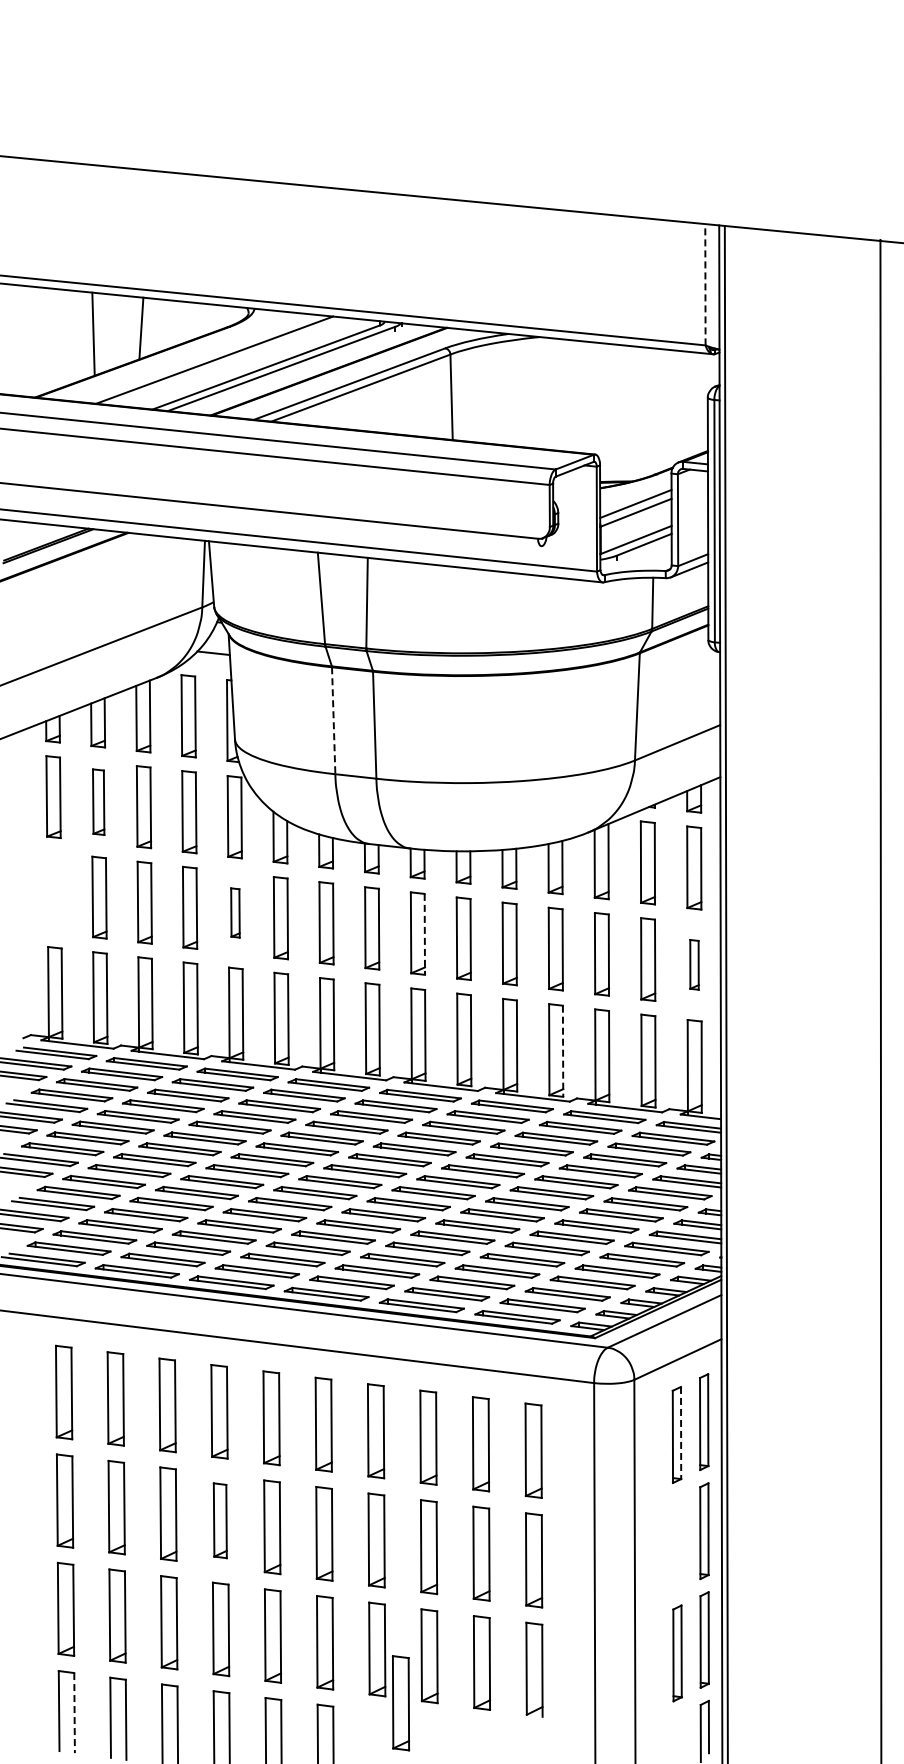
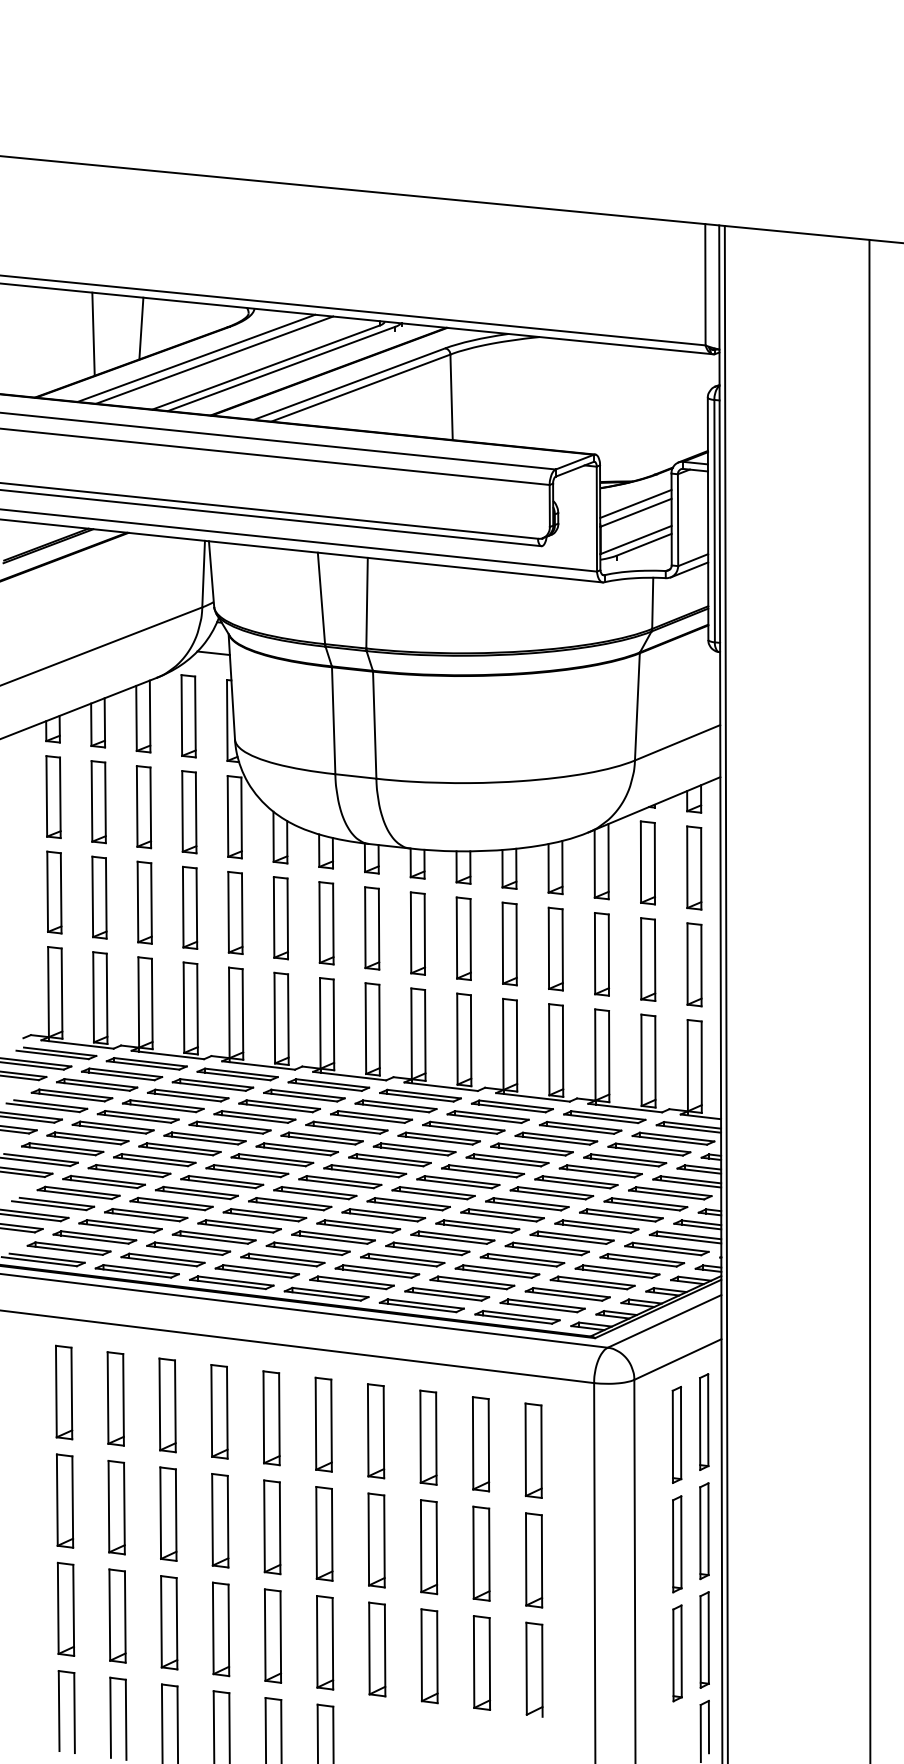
line at (705, 284): dashed -> solid
line at (196, 357): none -> present
line at (271, 518): none -> present
line at (333, 721): dashed -> solid
part at (98, 801) size: 14x68 px -> 17x85 px
part at (54, 892): none -> present
part at (235, 912) size: 11x52 px -> 17x84 px
line at (424, 934): dashed -> solid
part at (694, 964) size: 11x52 px -> 17x86 px
line at (880, 999) position: (880, 999) -> (869, 999)
line at (563, 1051): dashed -> solid
line at (681, 1433): dashed -> solid
part at (219, 1520) size: 16x78 px -> 19x96 px
part at (677, 1544): none -> present
part at (401, 1703): present -> none
line at (74, 1713): dashed -> solid
